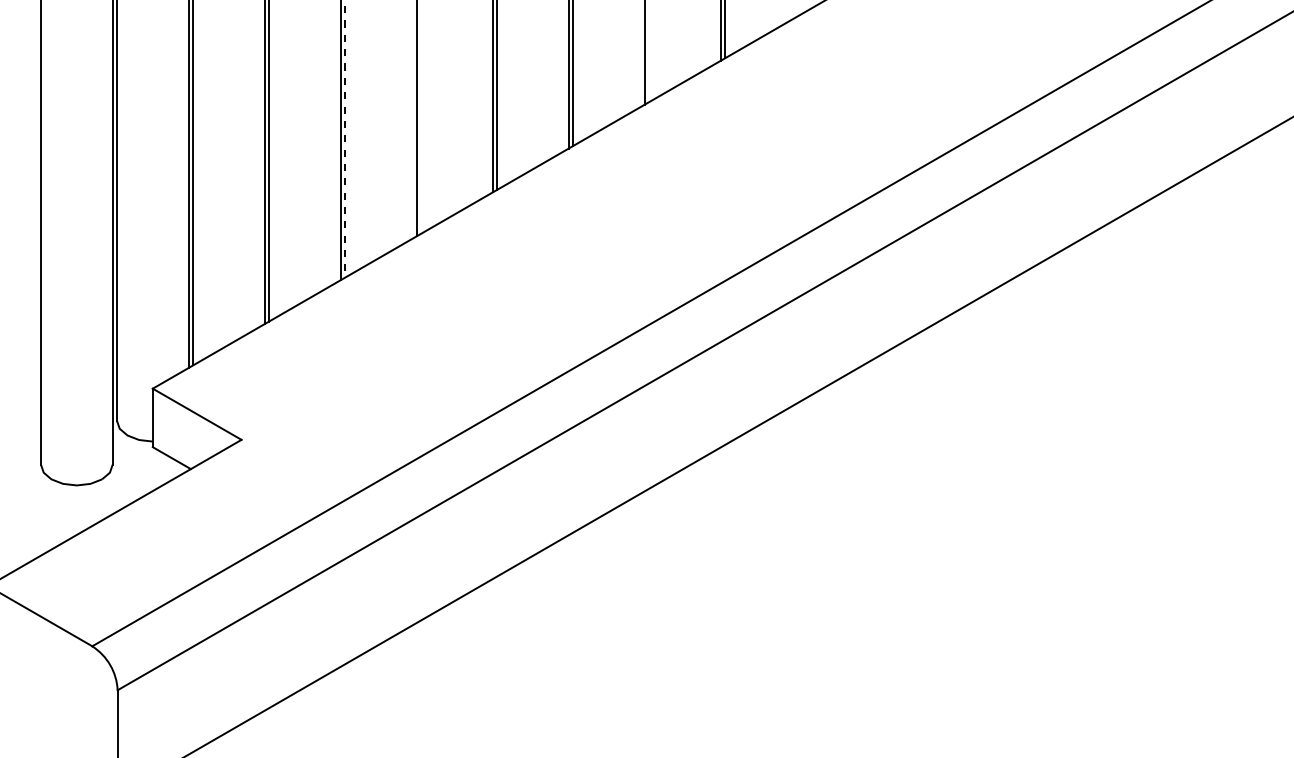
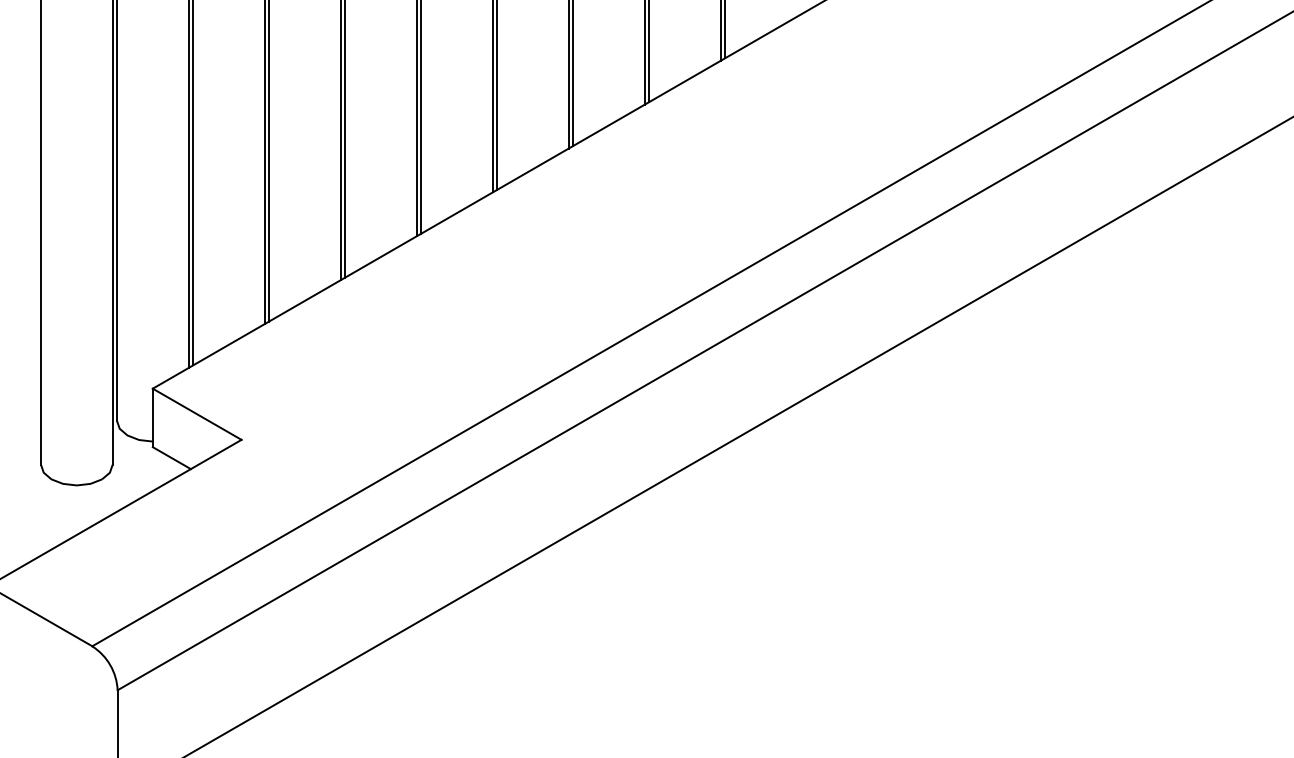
line at (649, 52): none -> present
line at (421, 117): none -> present
line at (345, 138): dashed -> solid
